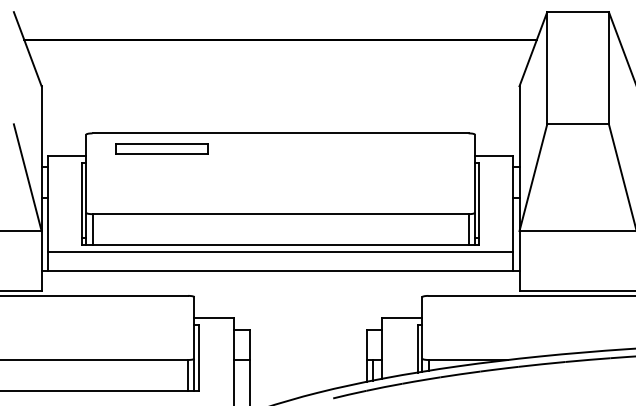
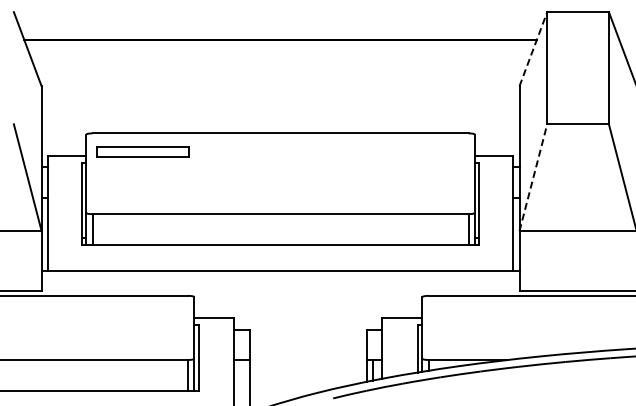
line at (533, 49): solid -> dashed
part at (161, 148) position: (161, 148) -> (142, 151)
line at (533, 177): solid -> dashed
line at (280, 252): present -> none
